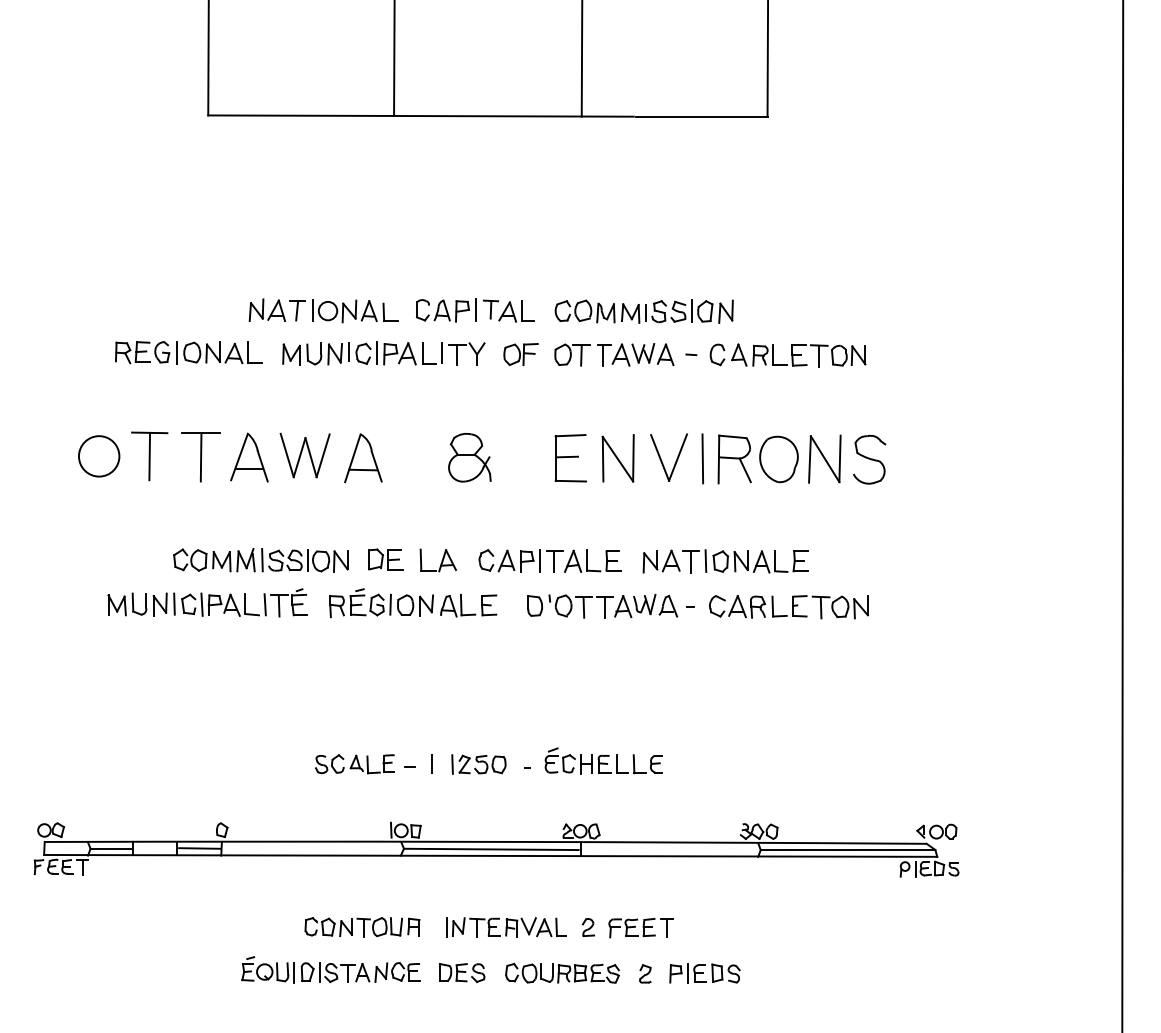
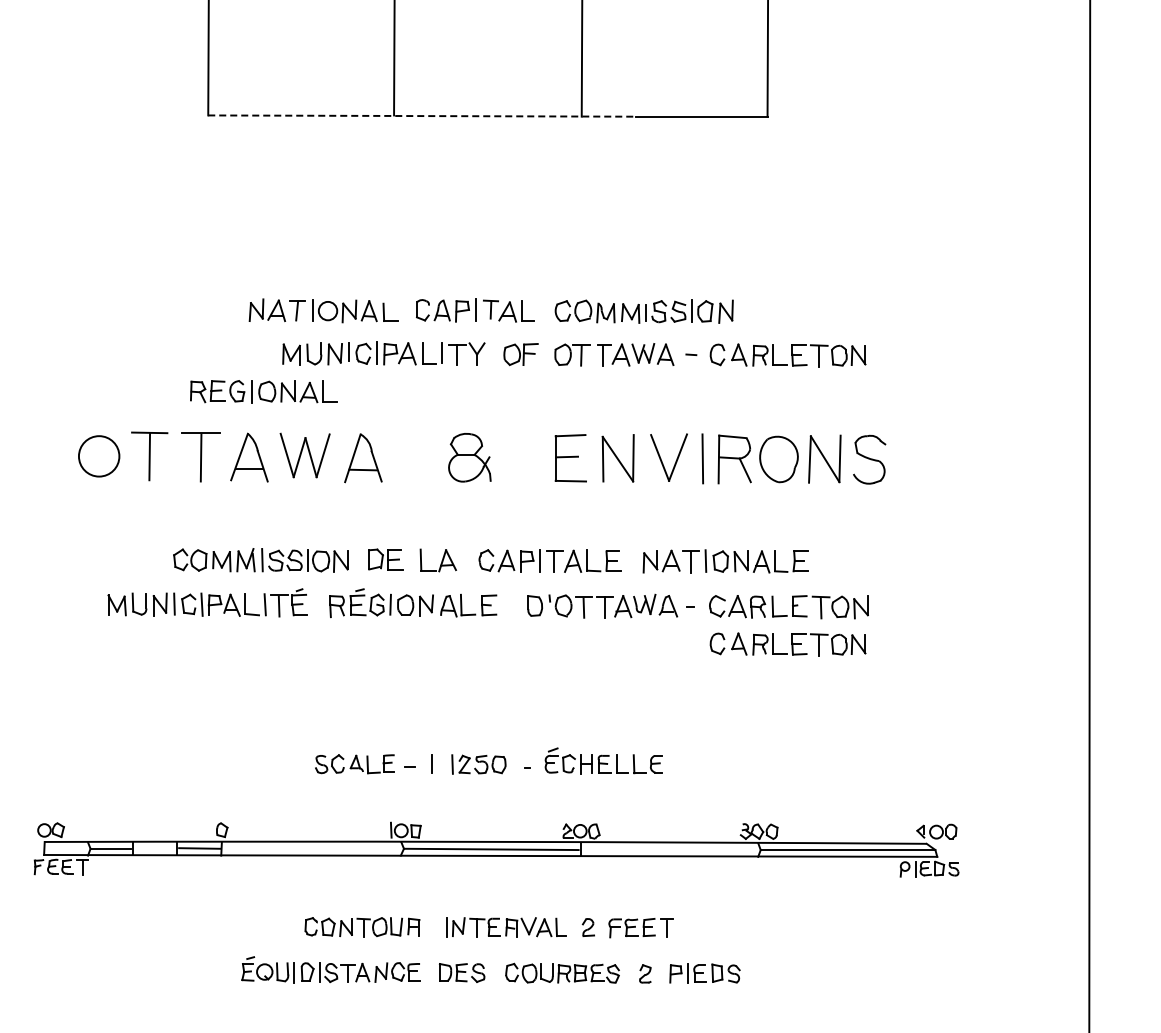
line at (421, 116): solid -> dashed
part at (188, 352) position: (188, 352) -> (263, 391)
line at (1122, 515) position: (1122, 515) -> (1089, 515)
part at (787, 644): none -> present
